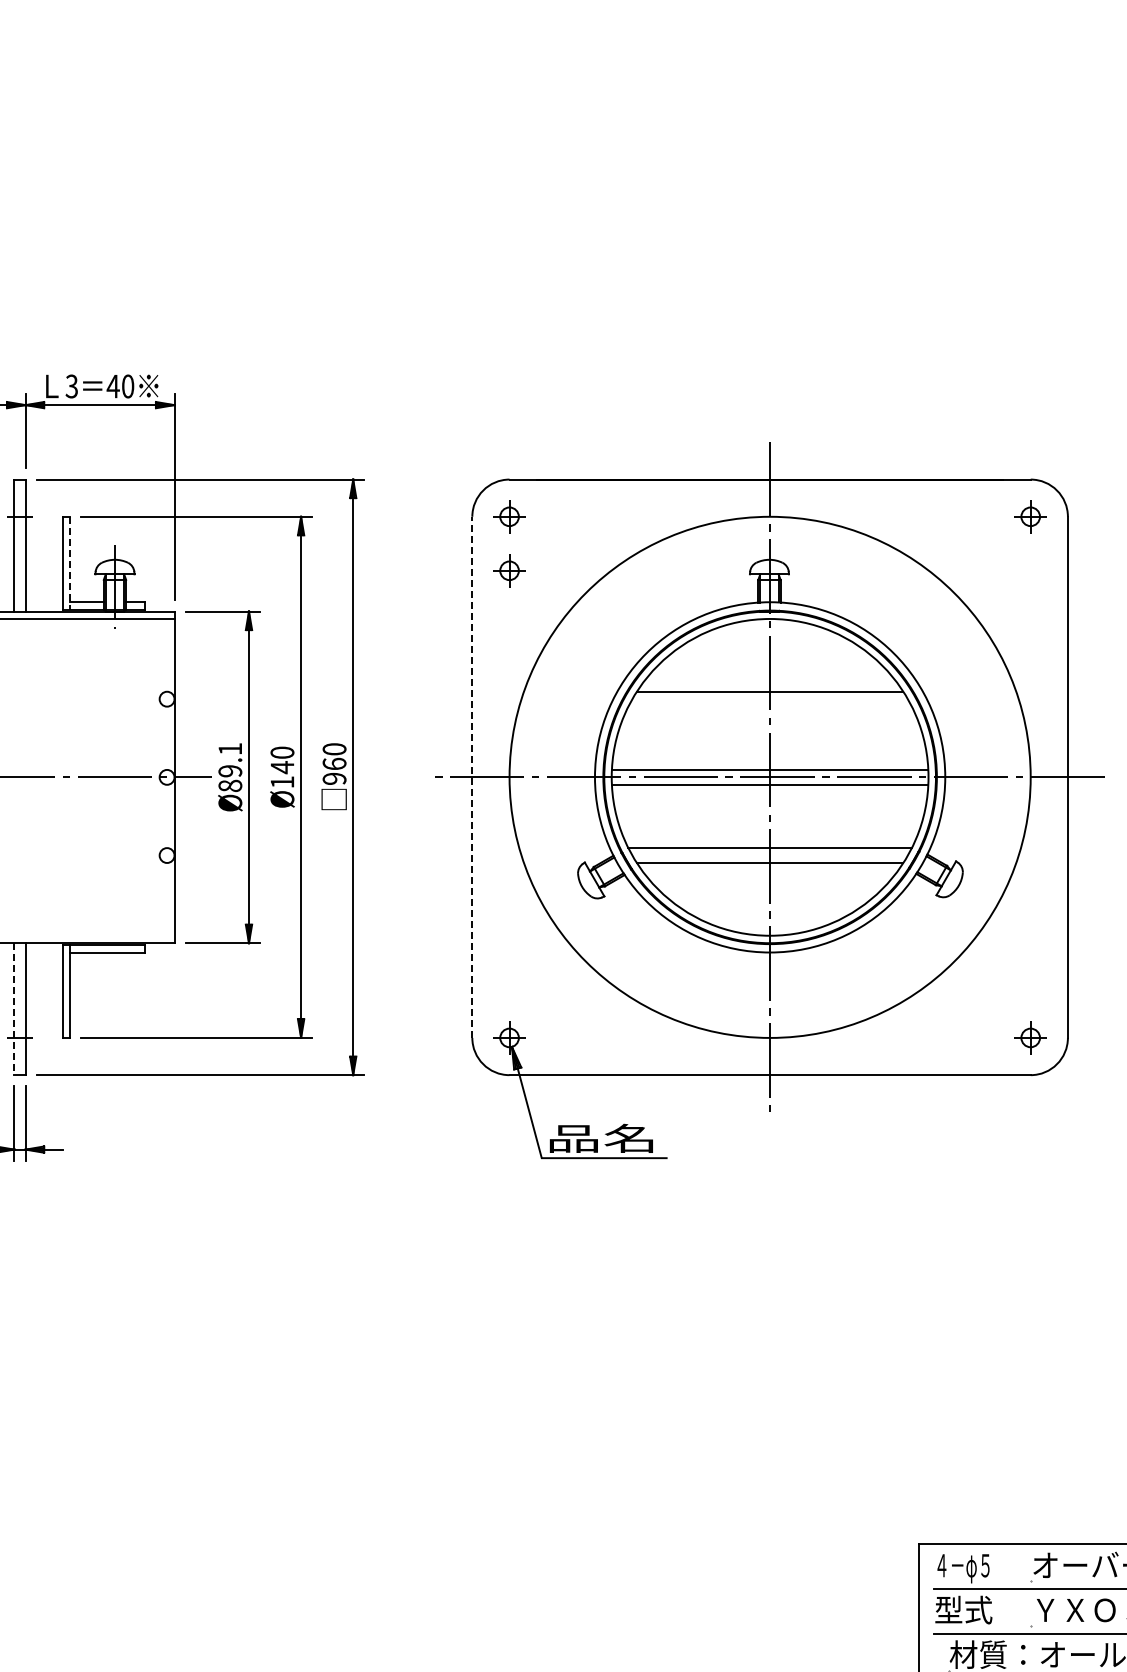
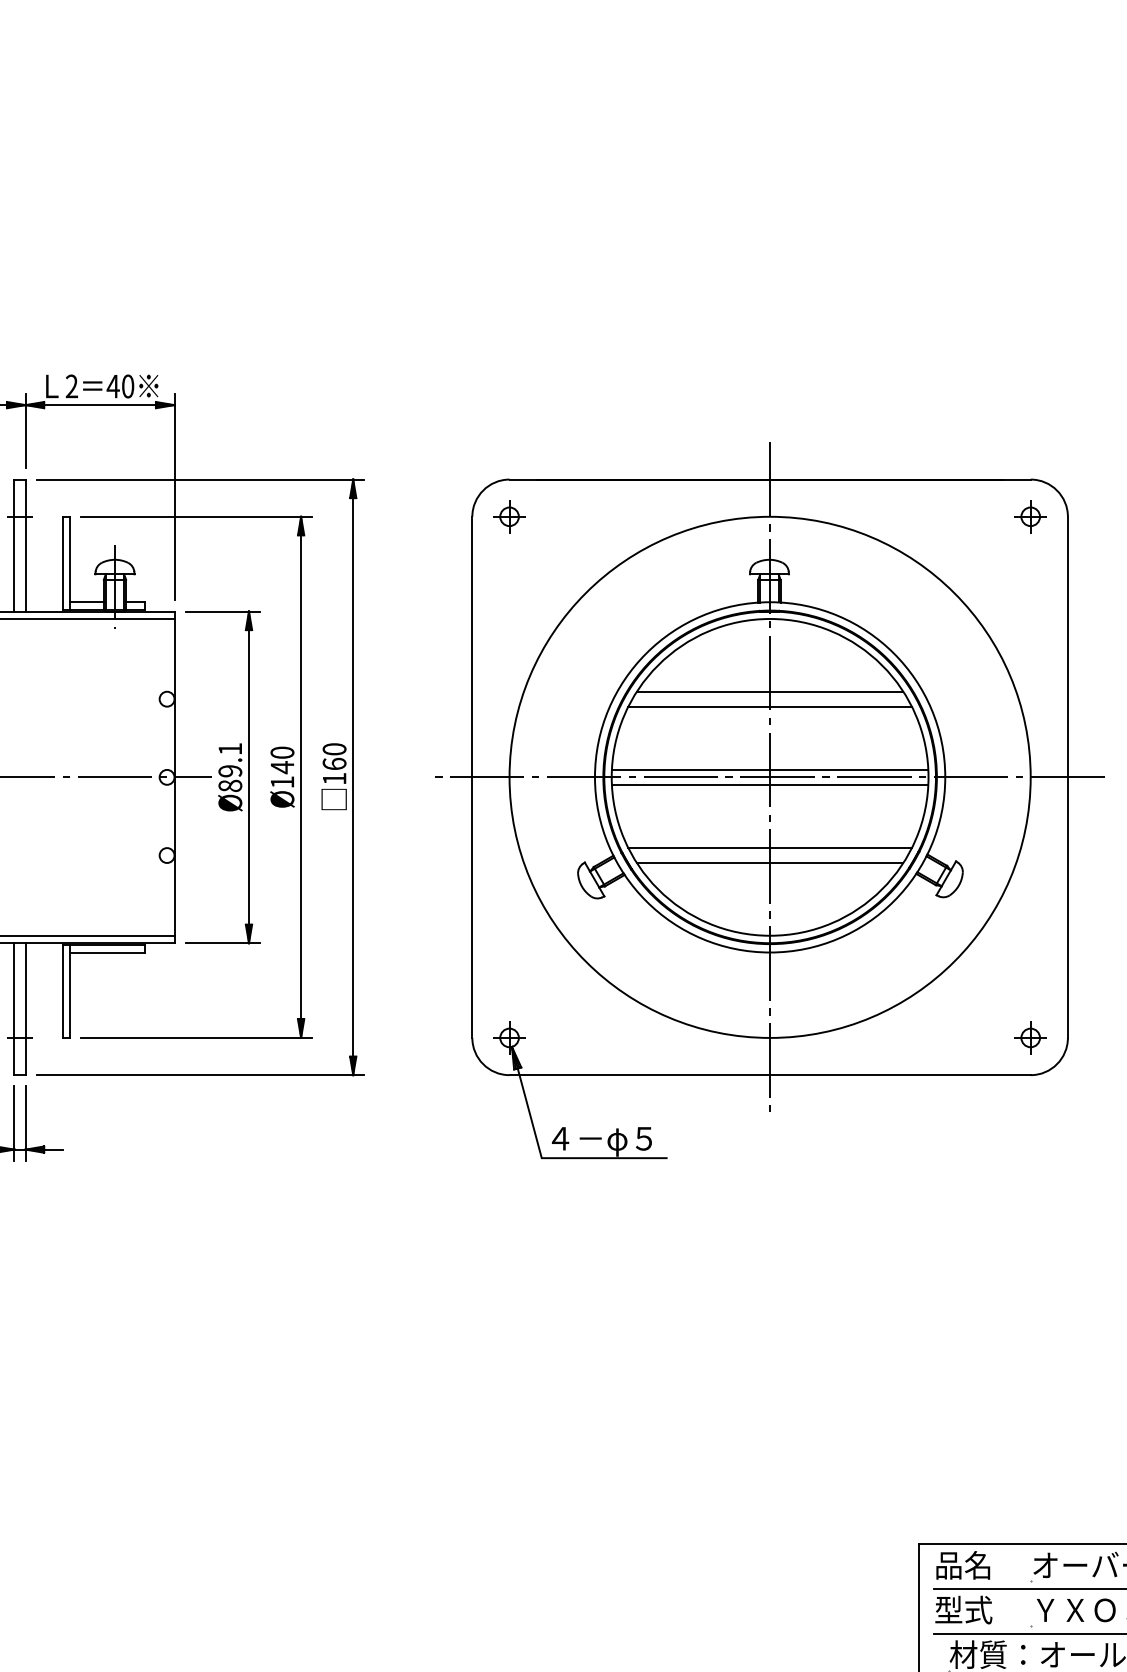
text at (71, 386): 3 -> 2
line at (70, 563): dashed -> solid
part at (509, 570): present -> none
line at (769, 706): none -> present
line at (472, 777): dashed -> solid
text at (334, 778): 960 -> 160
line at (88, 935): none -> present
line at (14, 1009): dashed -> solid
text at (600, 1139): 品名 -> ４－φ５
text at (963, 1567): ４－φ５ -> 品名
